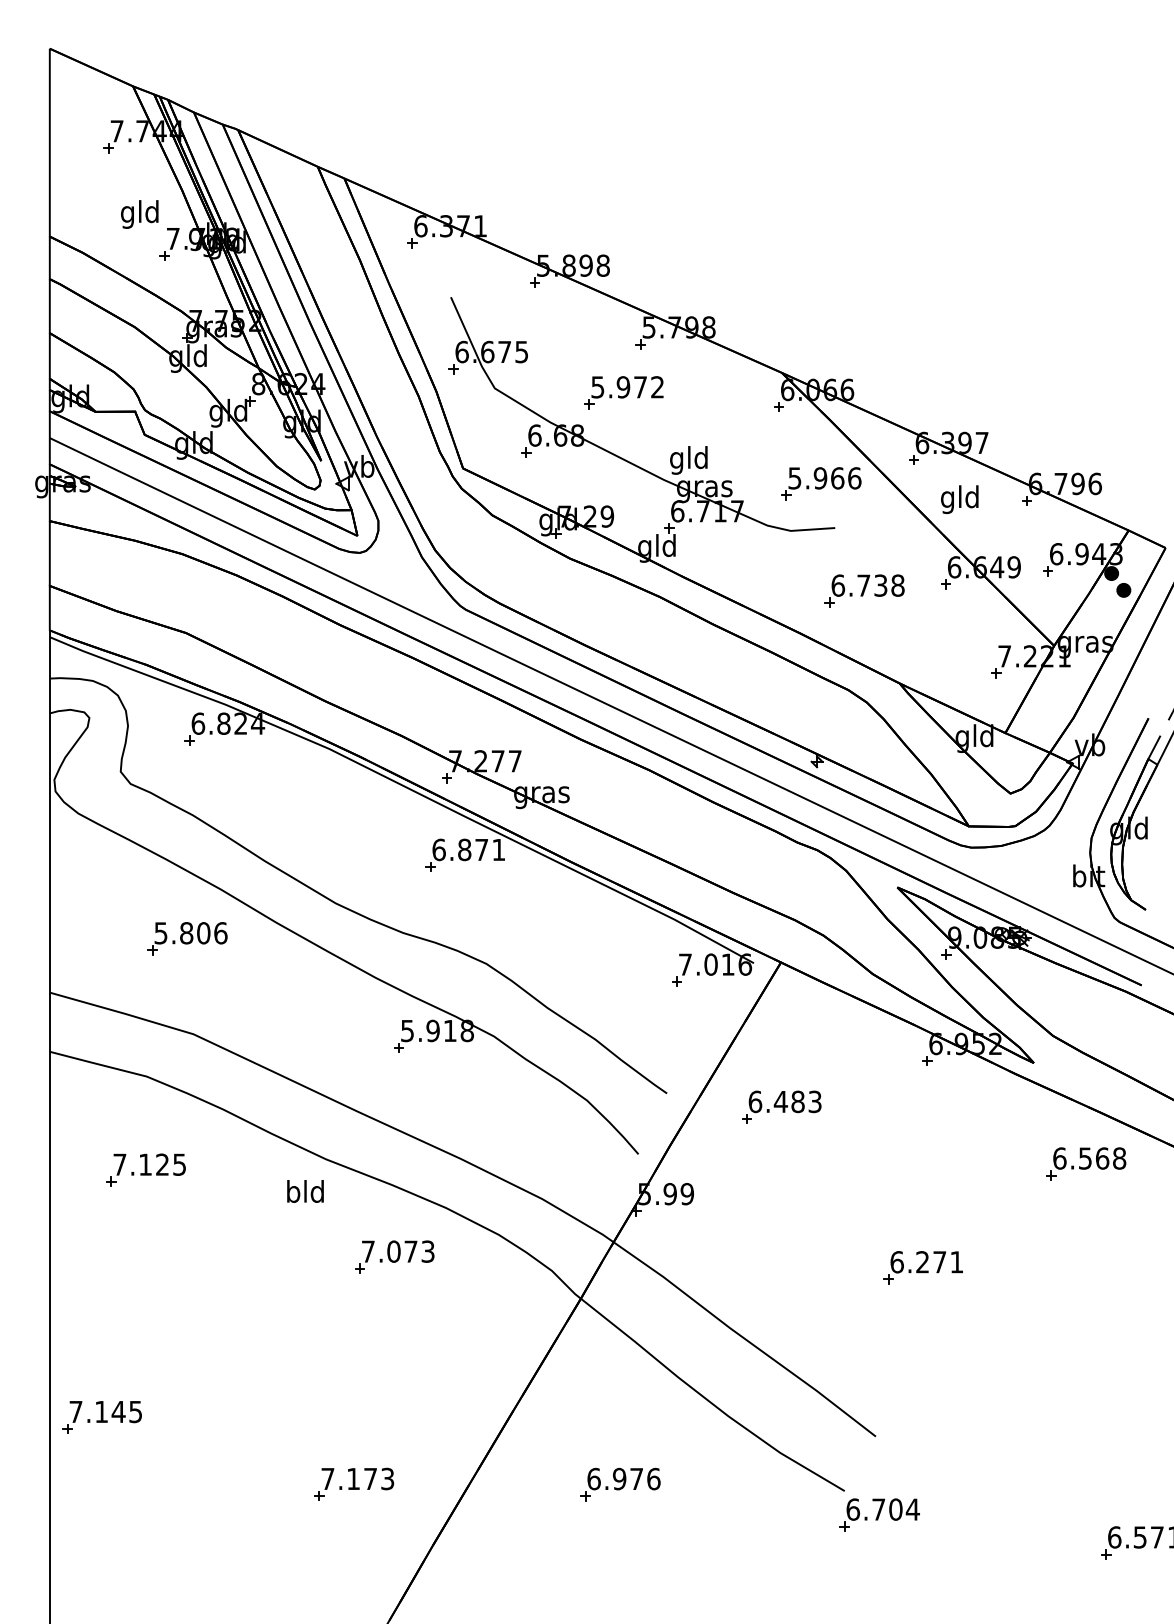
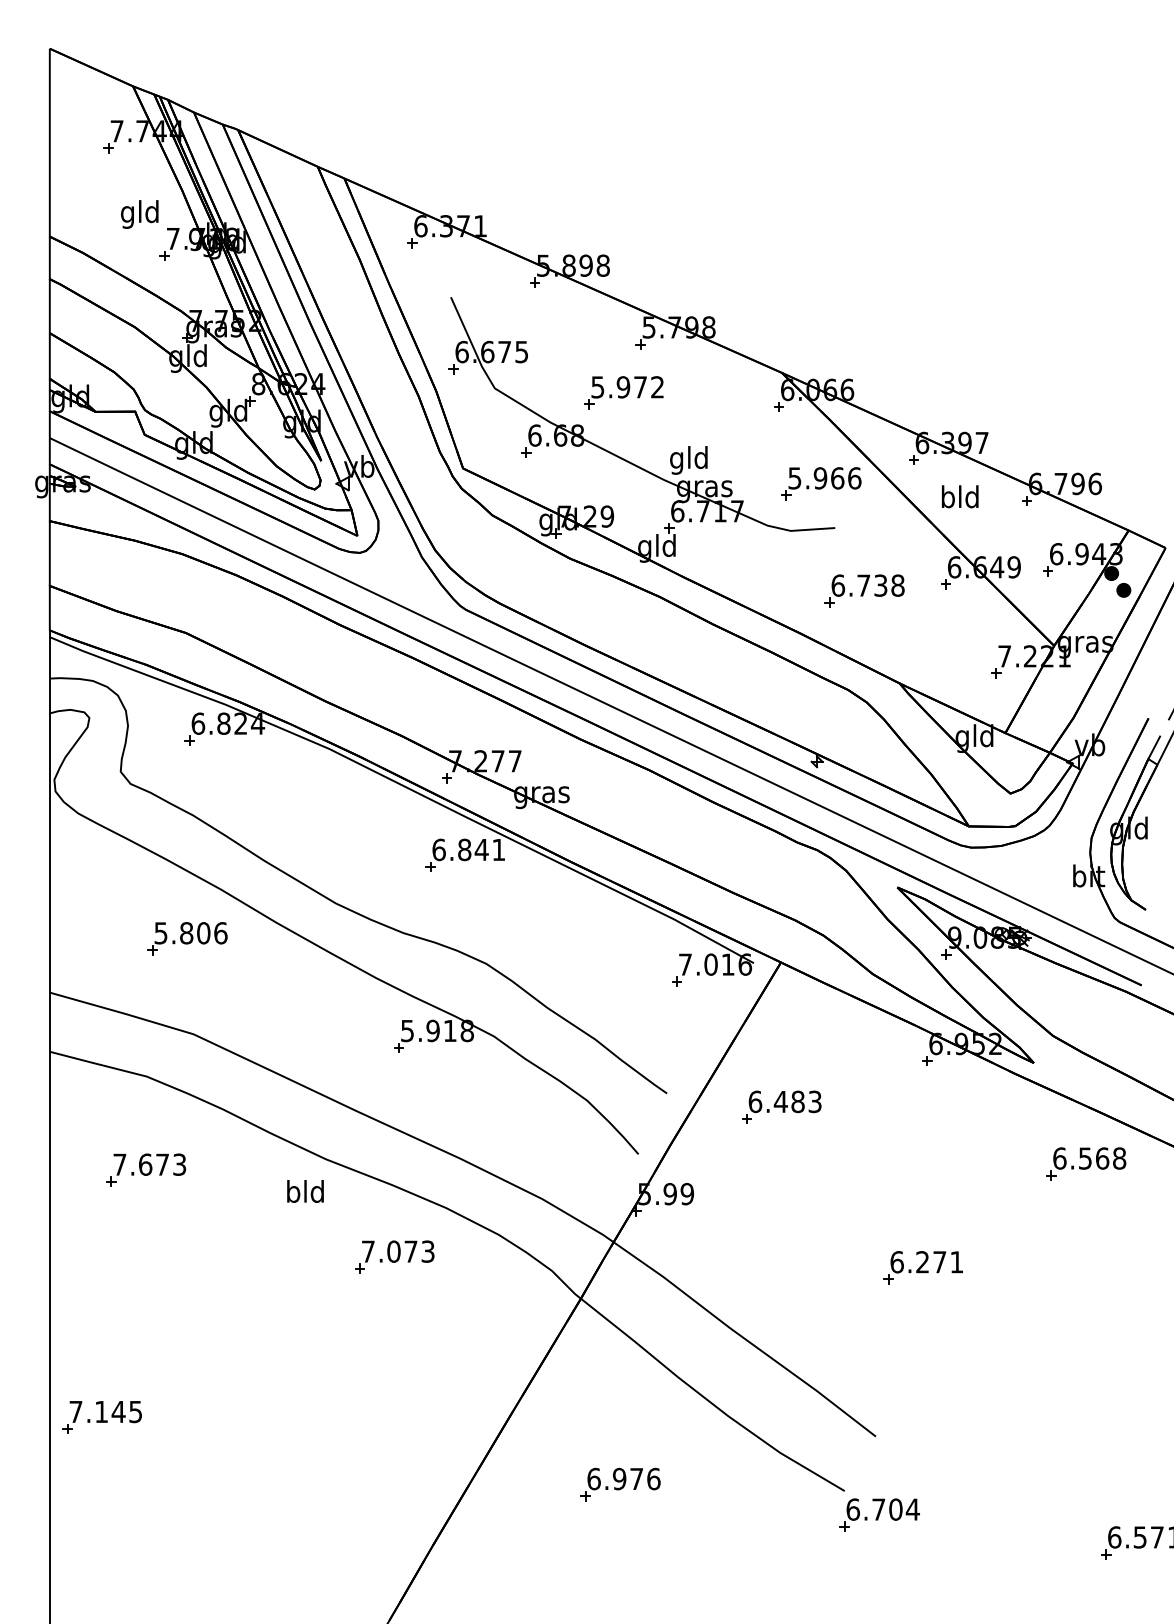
text at (947, 499): gld -> bld
text at (481, 849): 6.871 -> 6.841
text at (162, 1164): 7.125 -> 7.673
part at (354, 1483): present -> none
